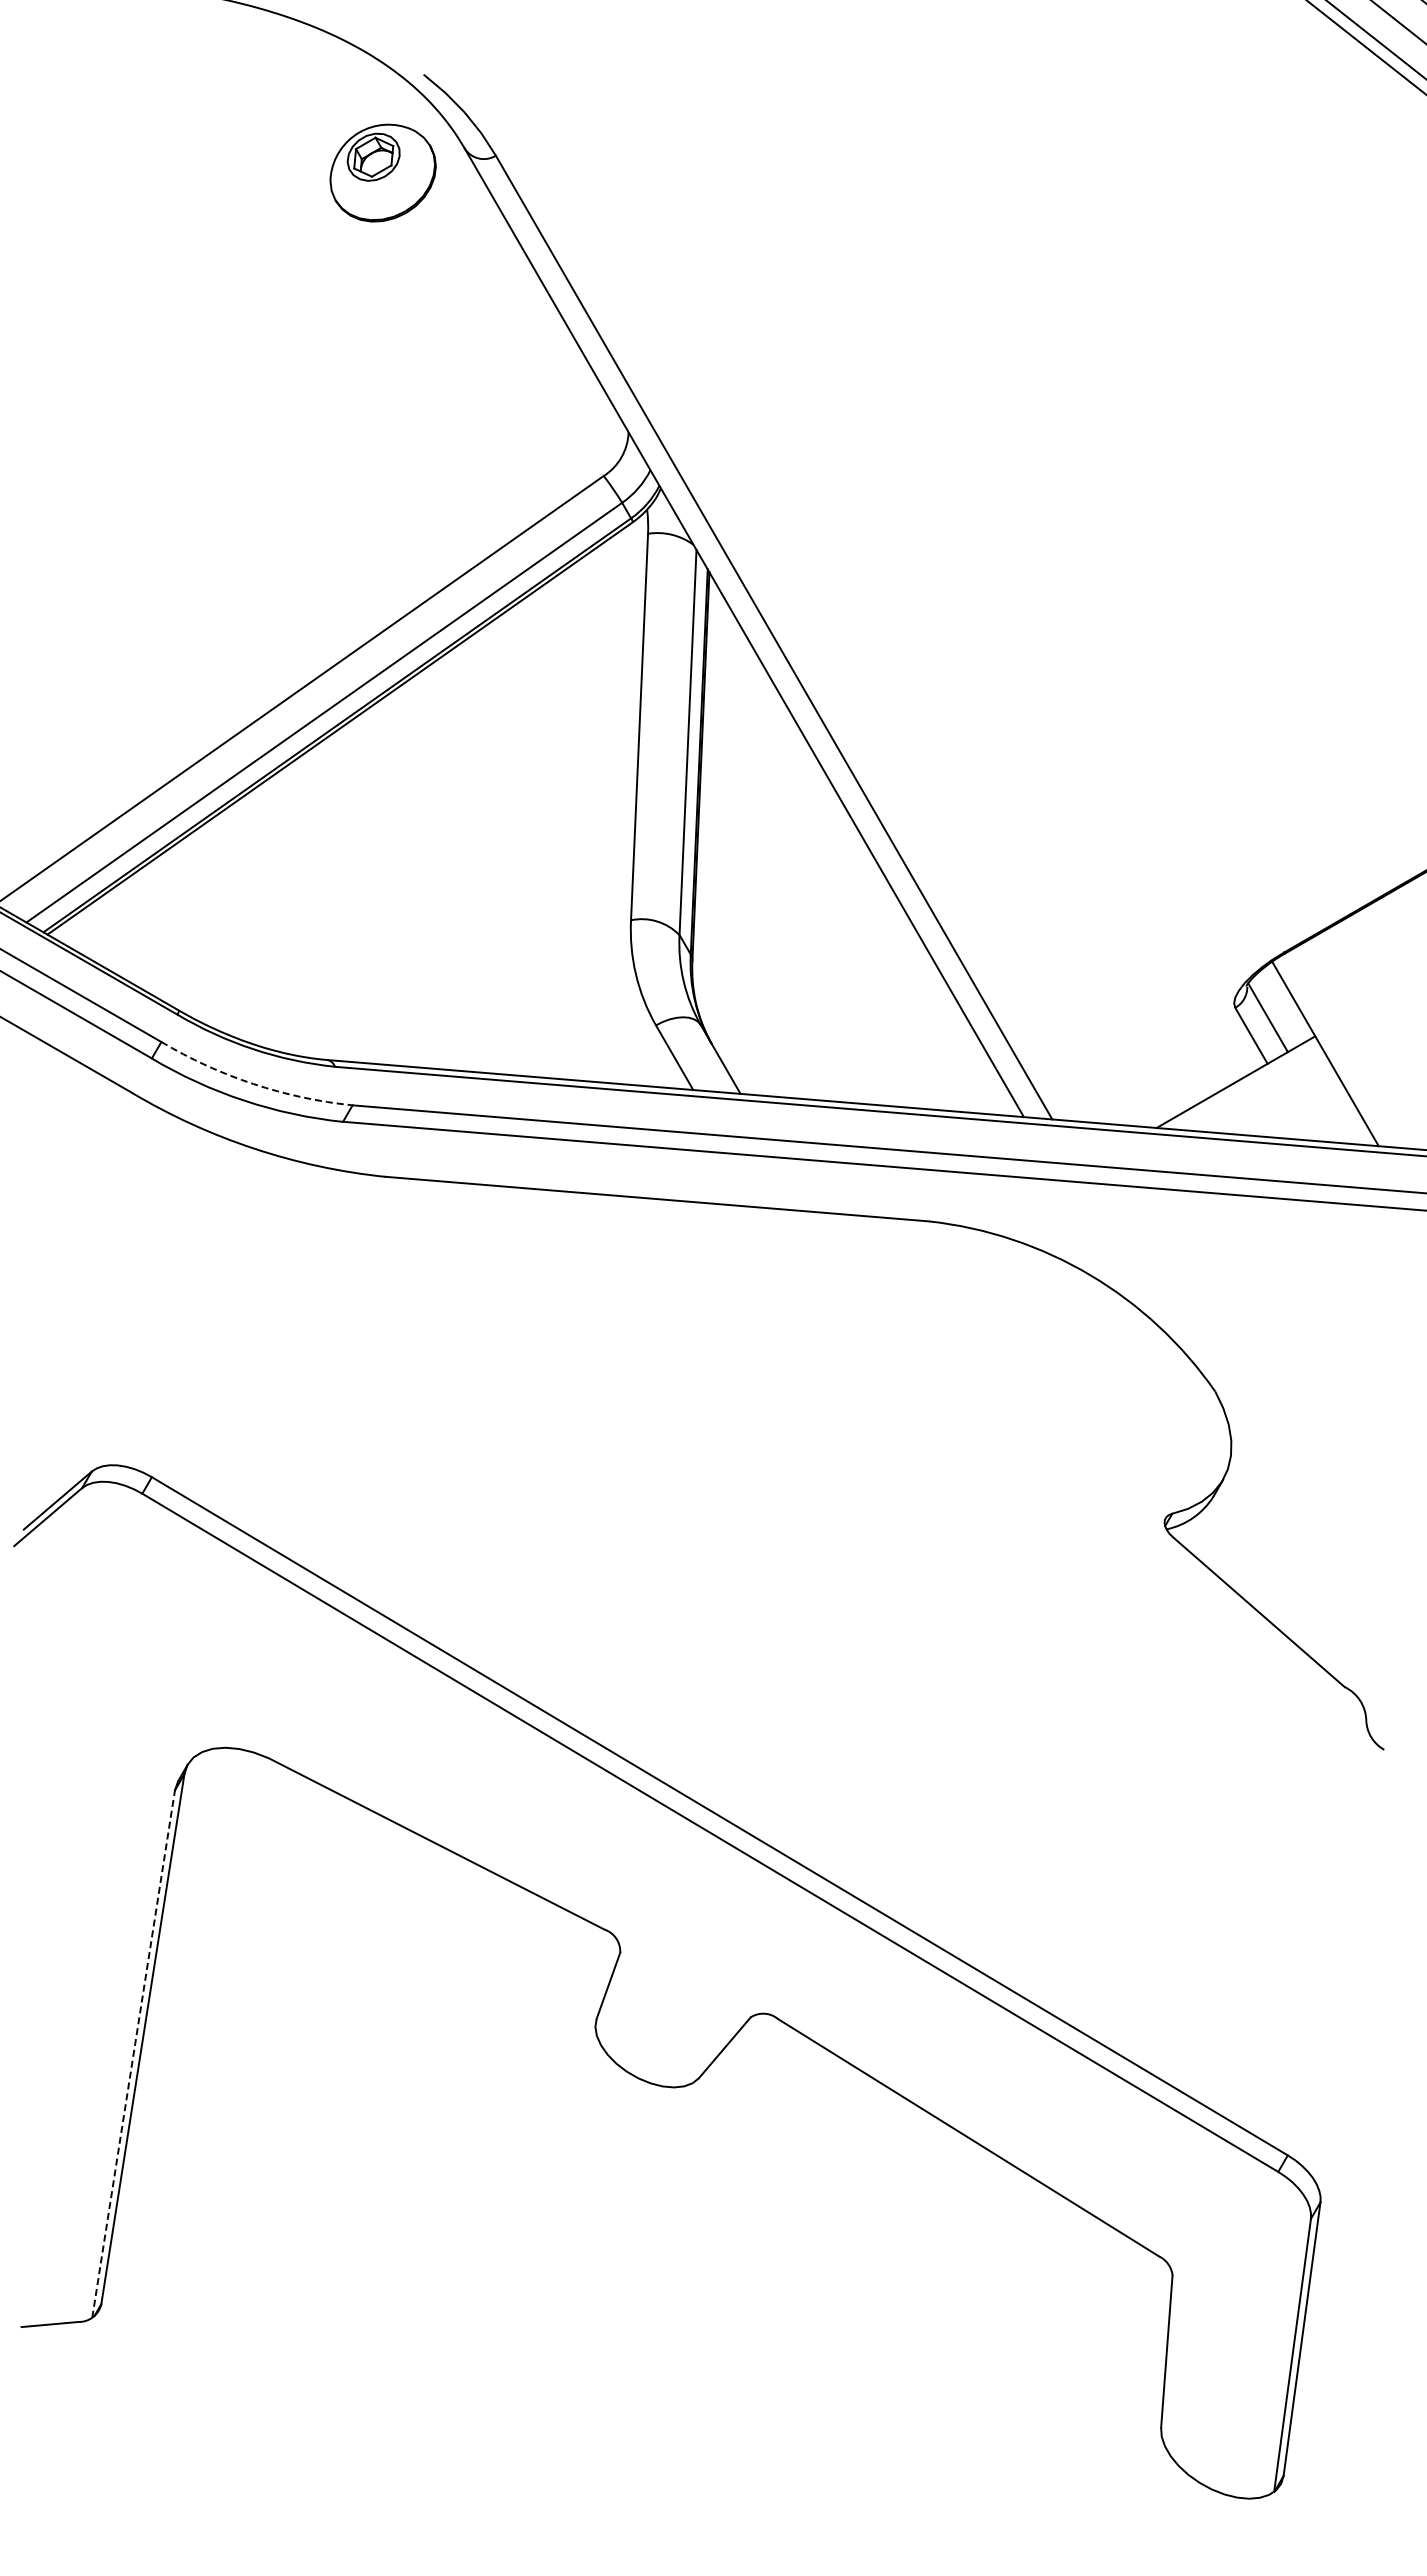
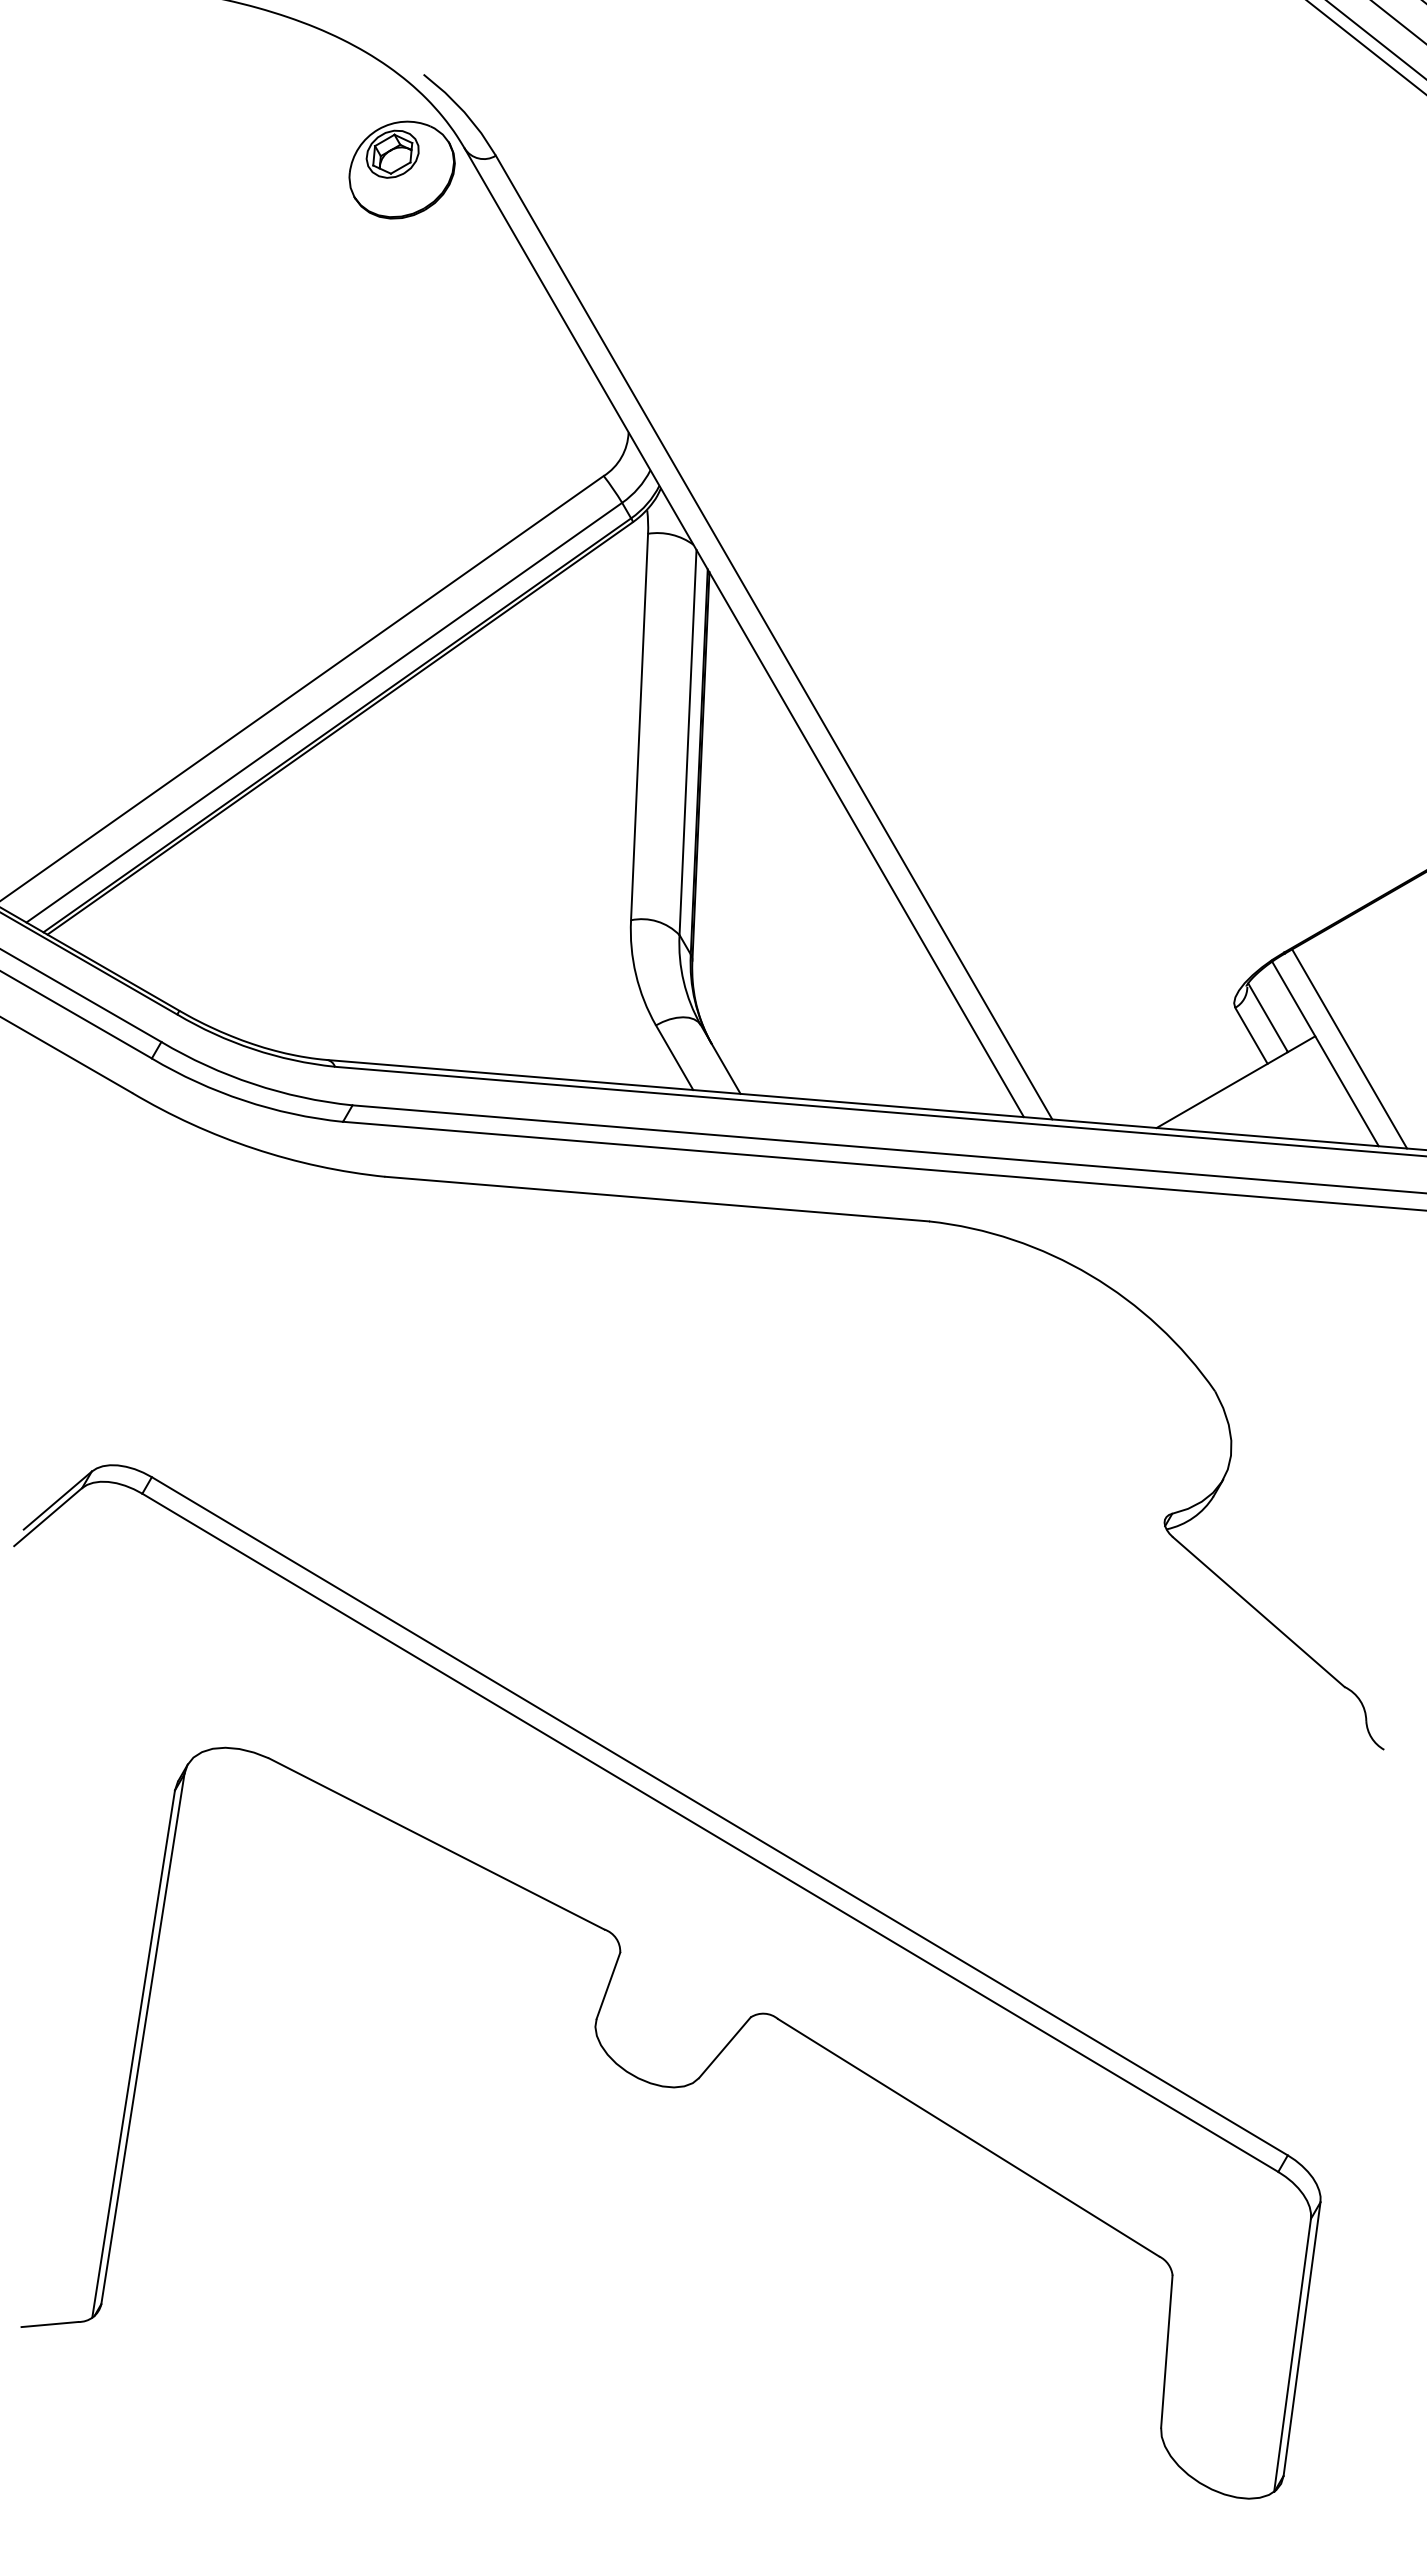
part at (382, 172) position: (382, 172) -> (401, 169)
line at (1349, 1048): none -> present
arc at (253, 1084): dashed -> solid
line at (133, 2054): dashed -> solid
